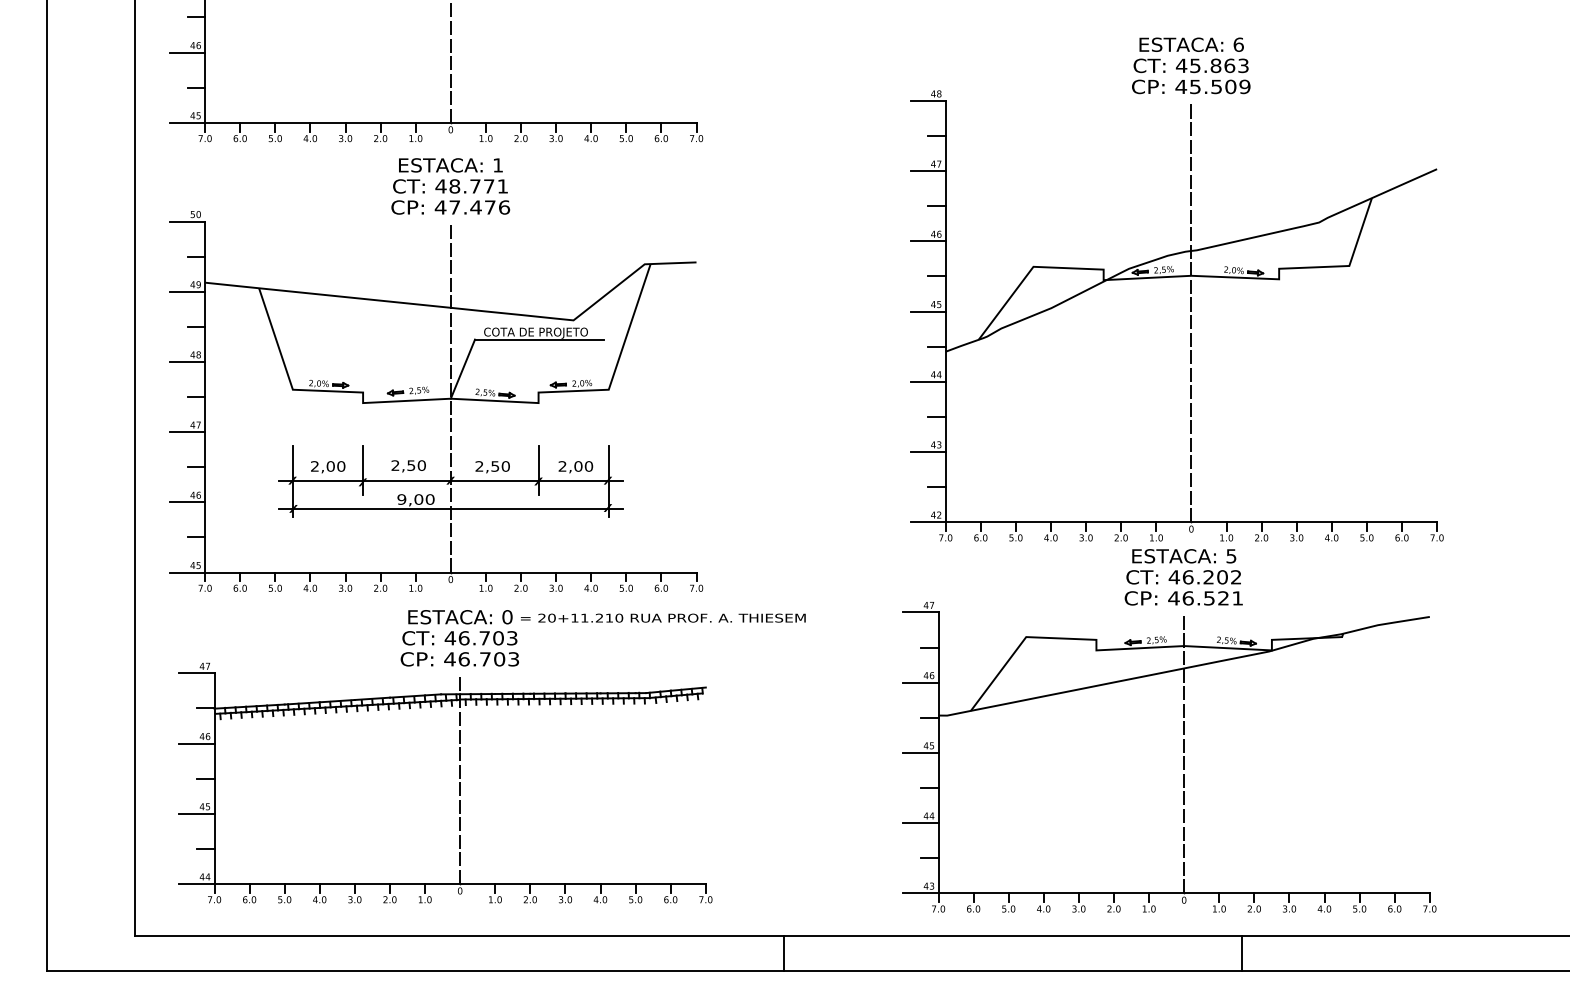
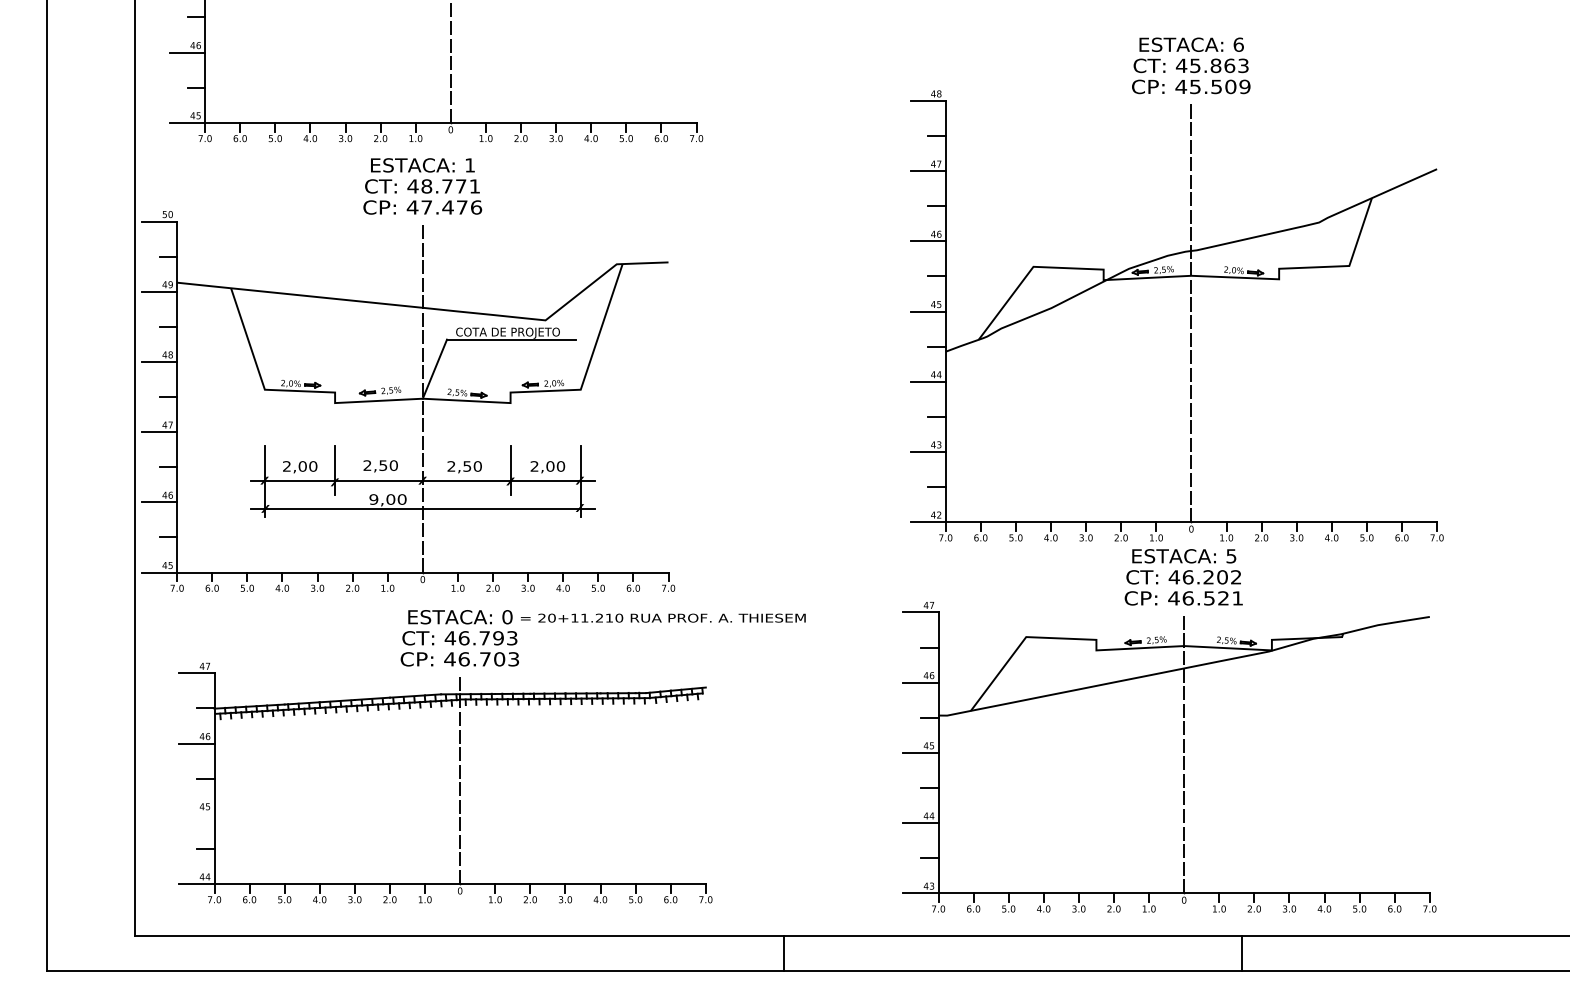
part at (436, 374) position: (436, 374) -> (408, 374)
text at (498, 638): 46.703 -> 46.793
line at (196, 813): present -> none
